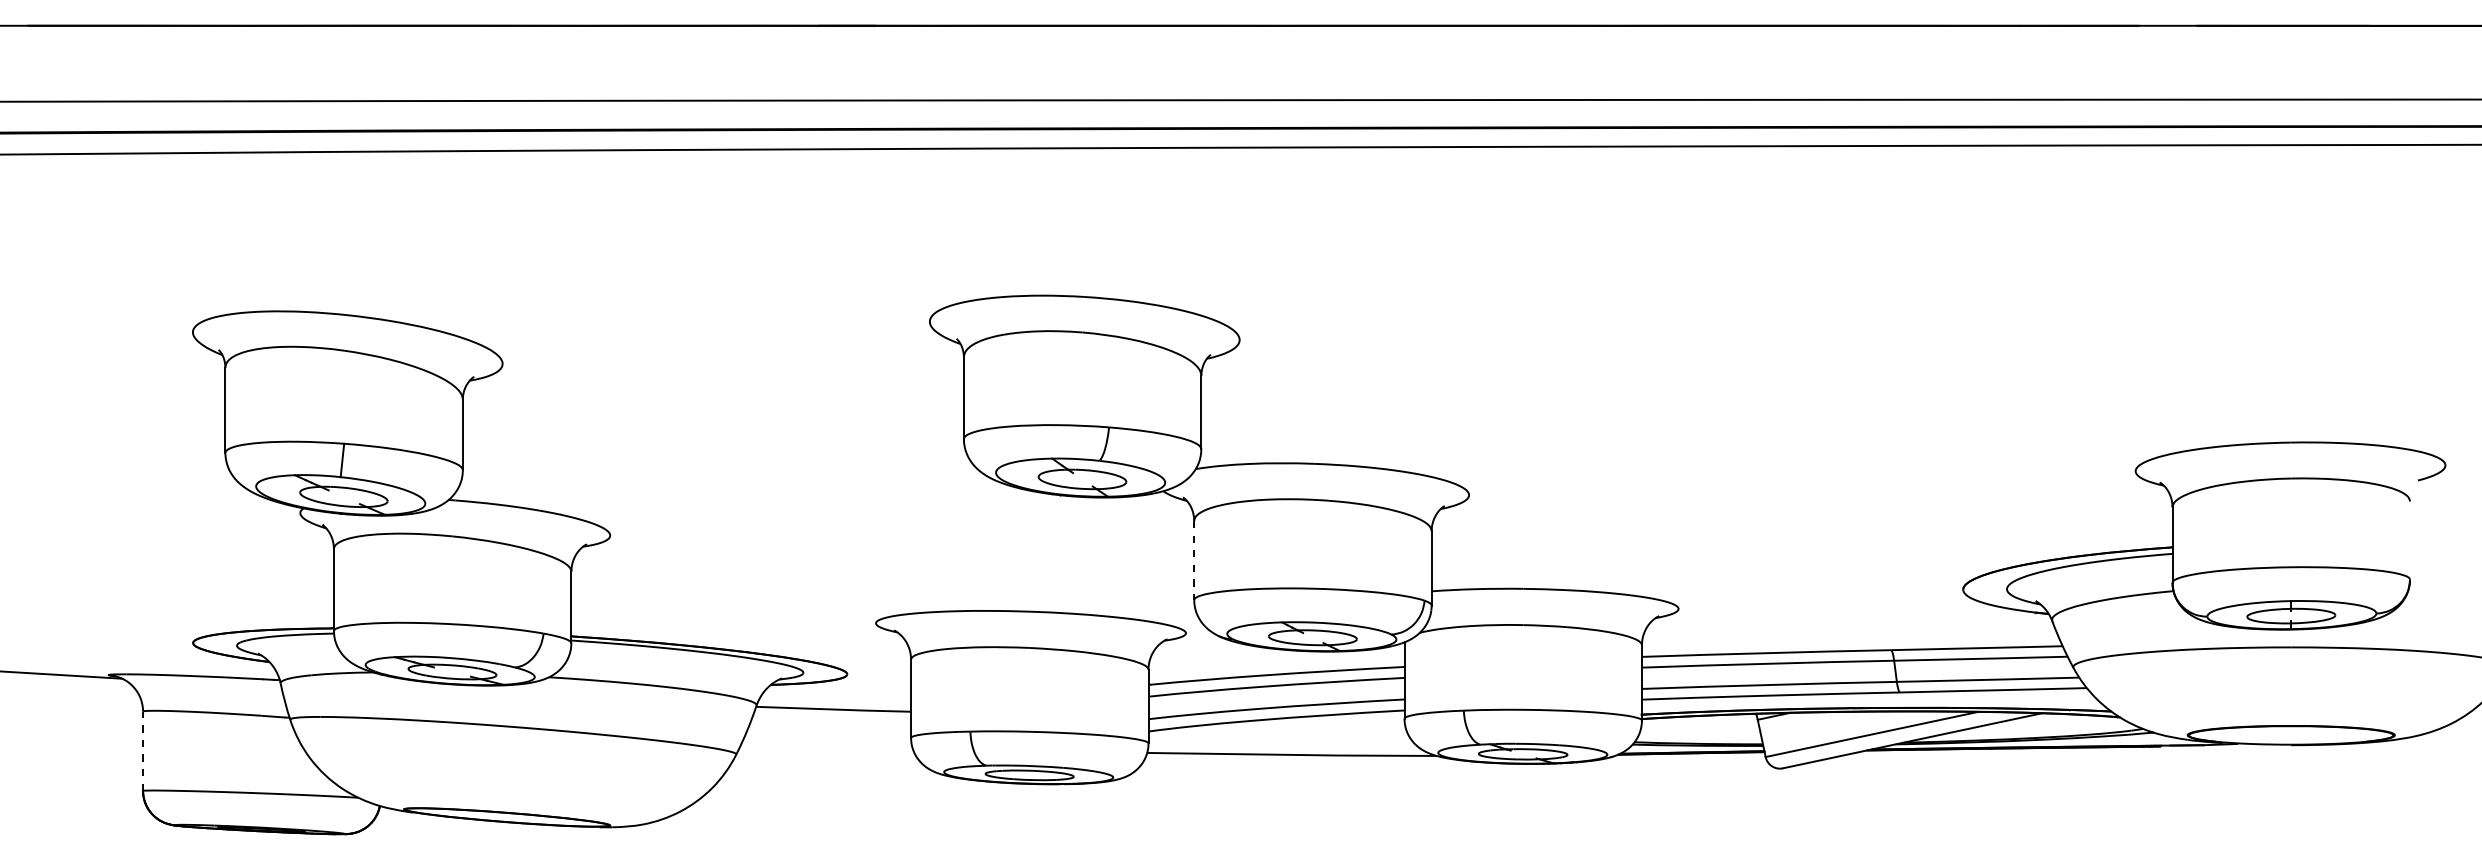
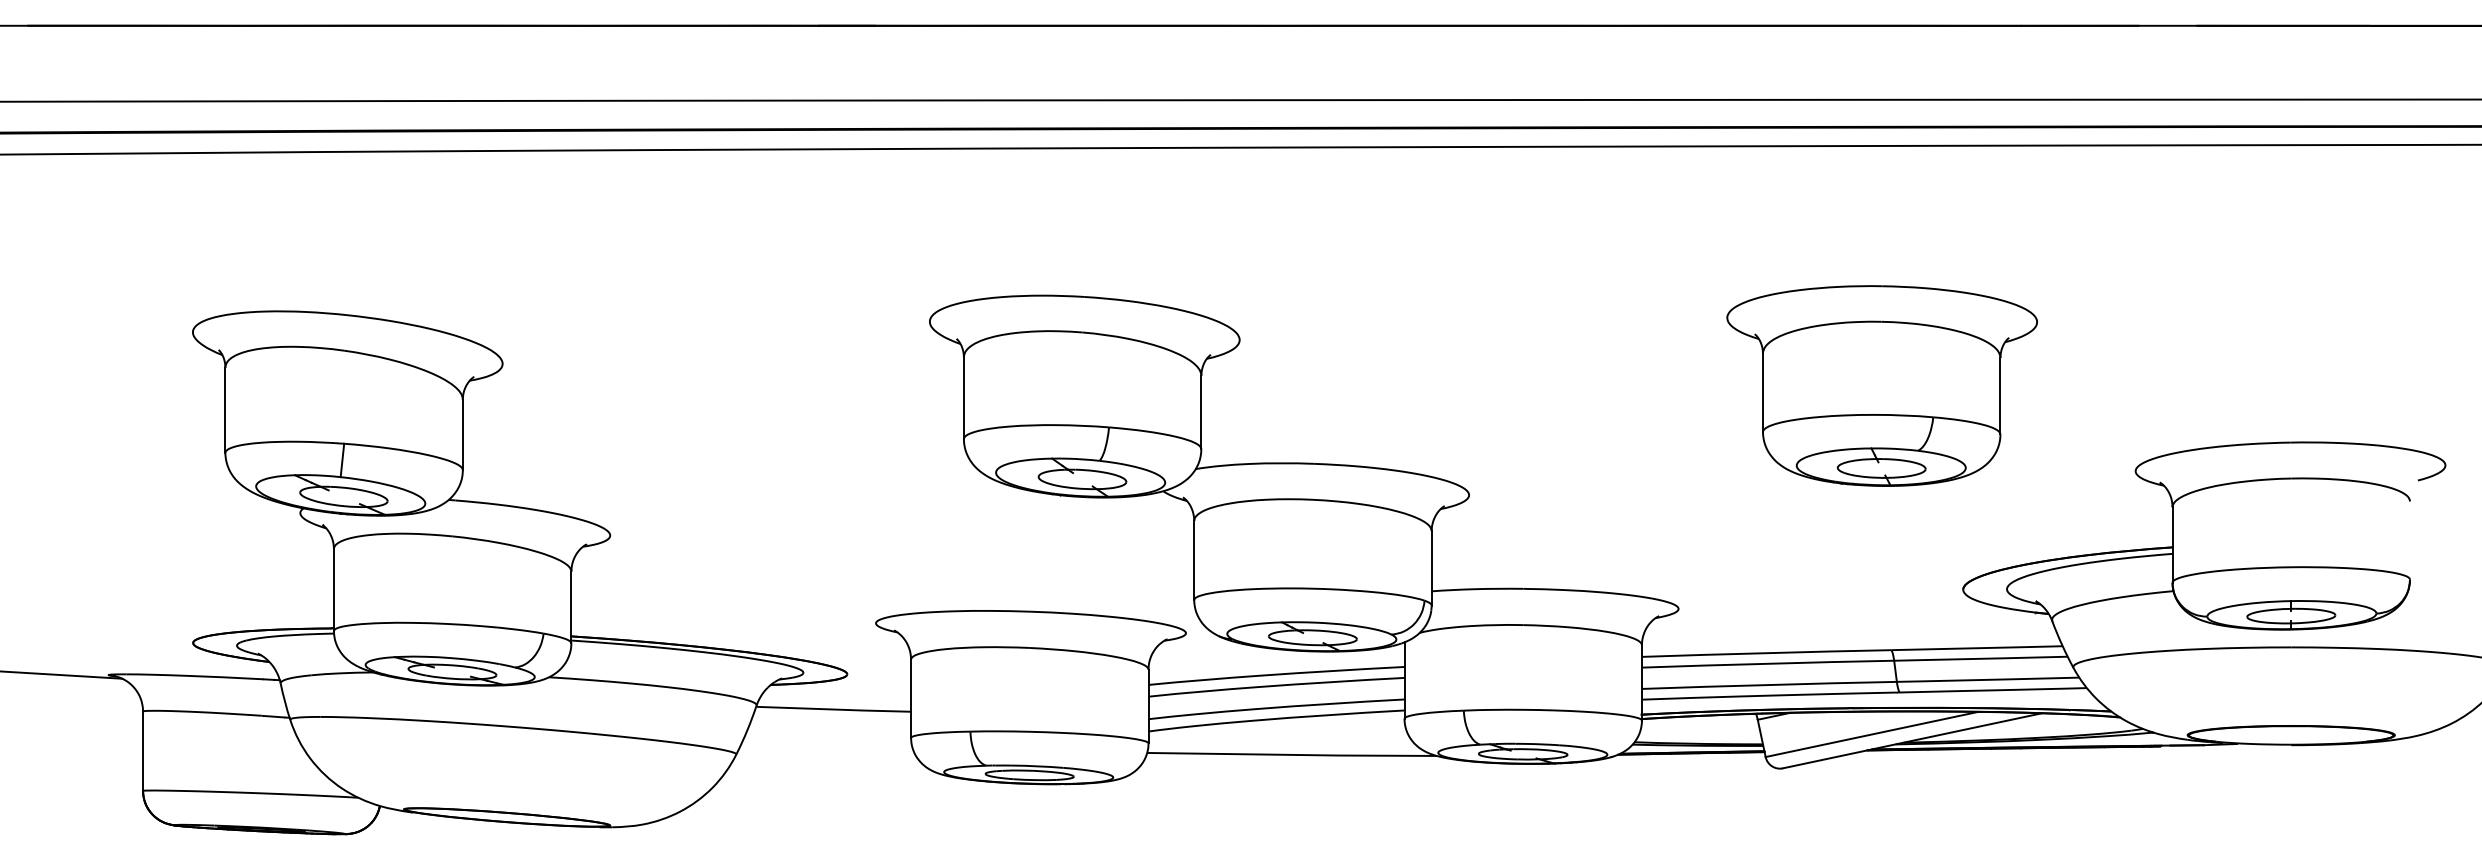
part at (1881, 385): none -> present
line at (1194, 560): dashed -> solid
line at (143, 751): dashed -> solid
